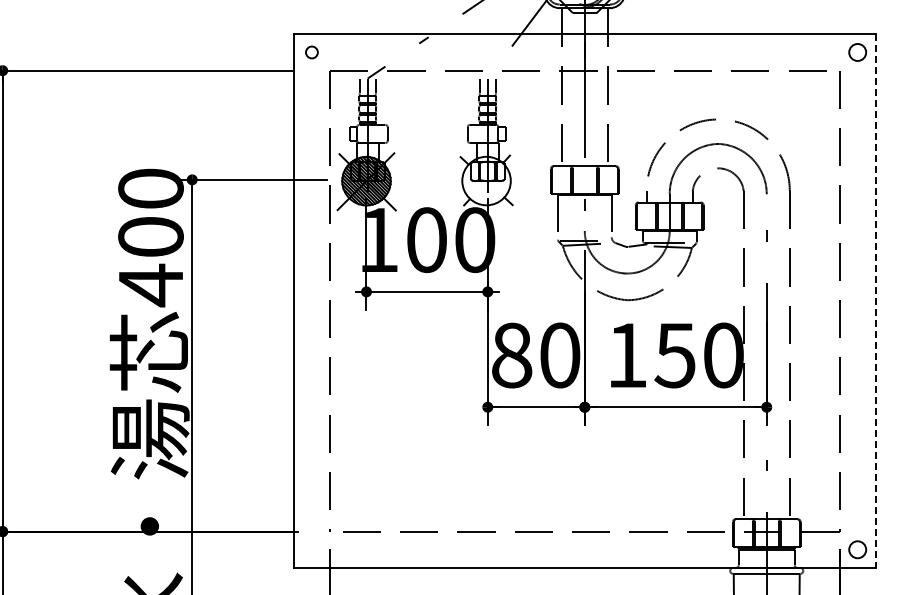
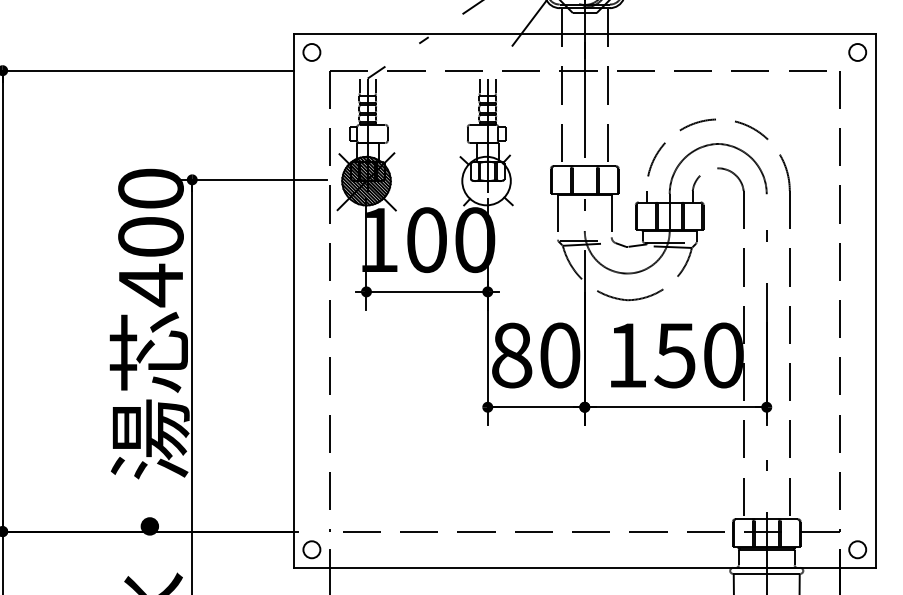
circle at (311, 52) size: 14x15 px -> 20x19 px
line at (875, 301): dashed -> solid
circle at (311, 549): none -> present
